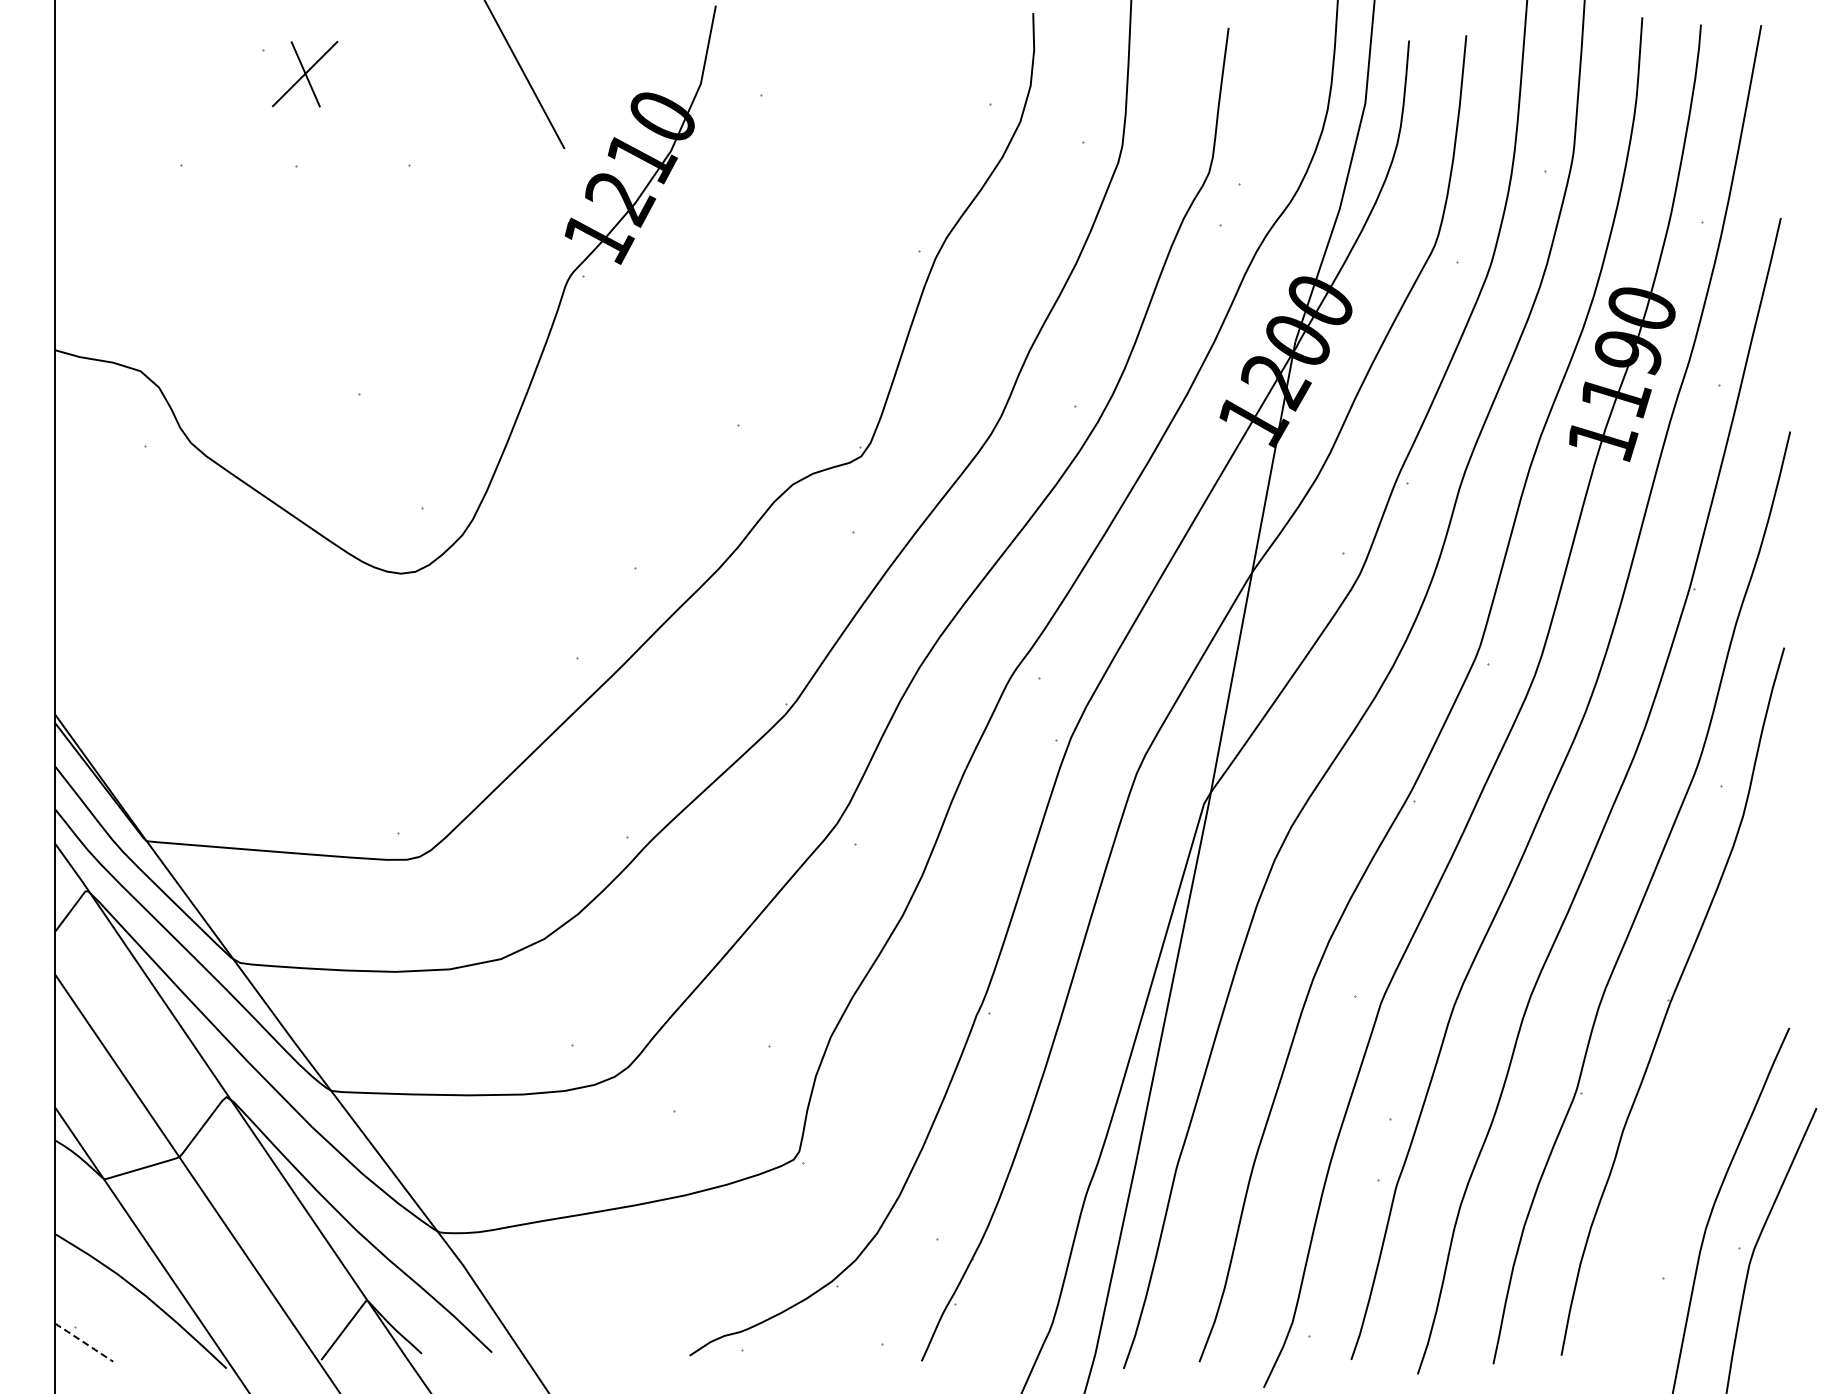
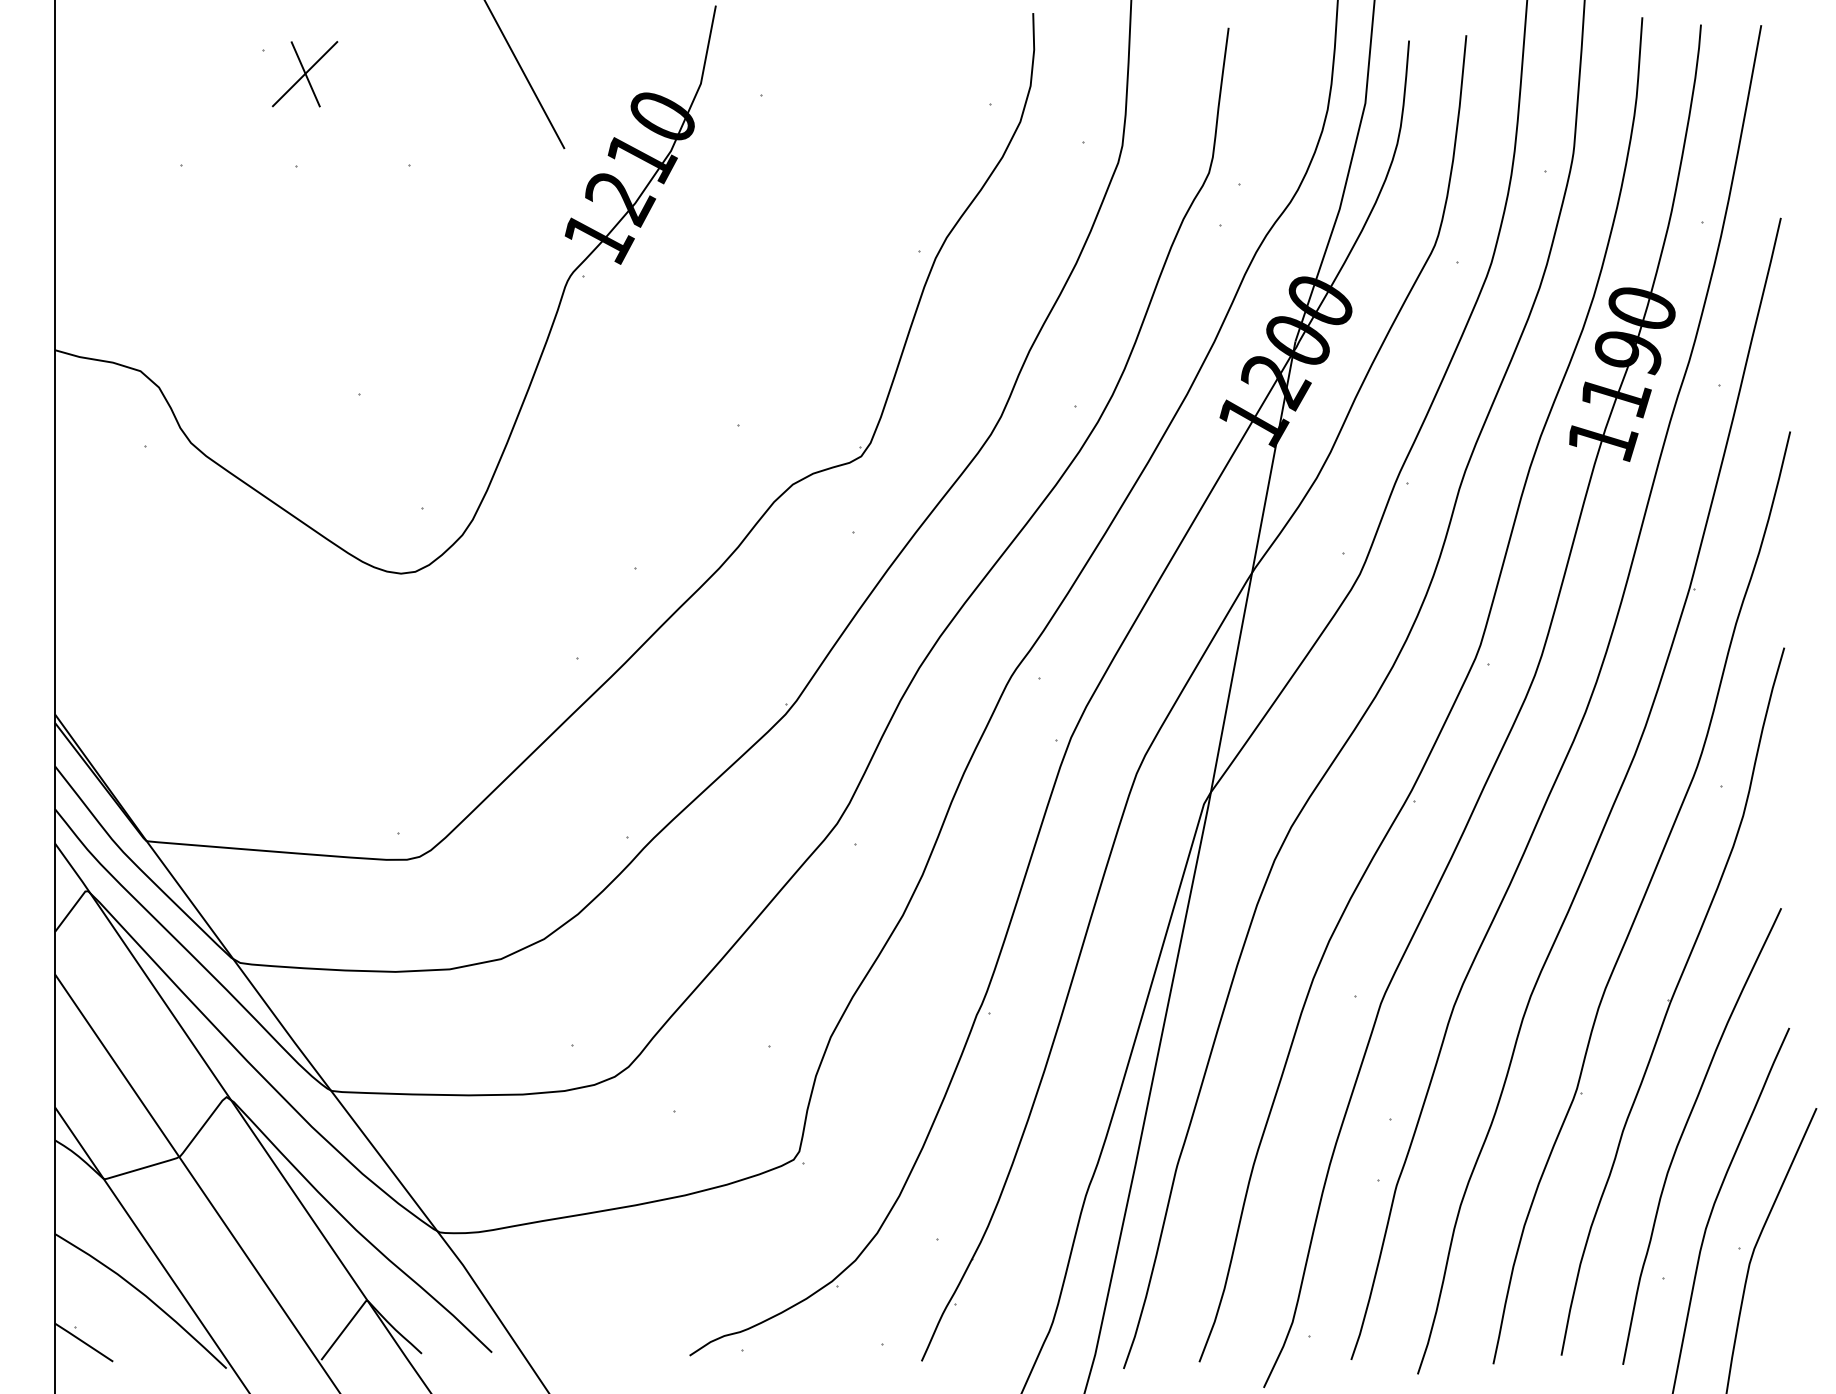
curve at (1685, 1129): none -> present
line at (84, 1342): dashed -> solid
